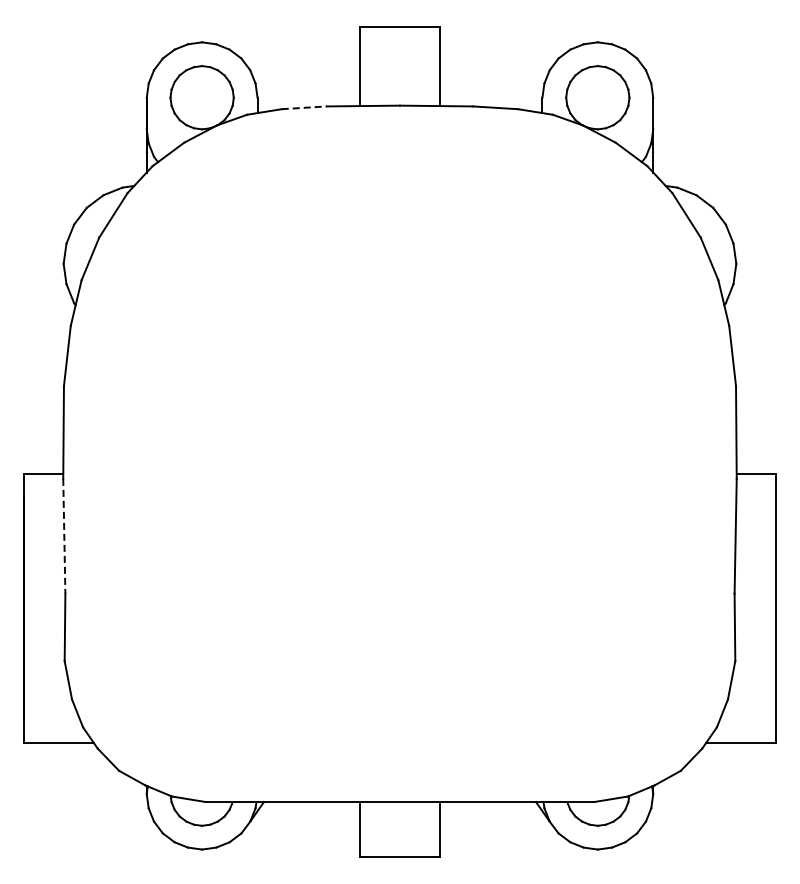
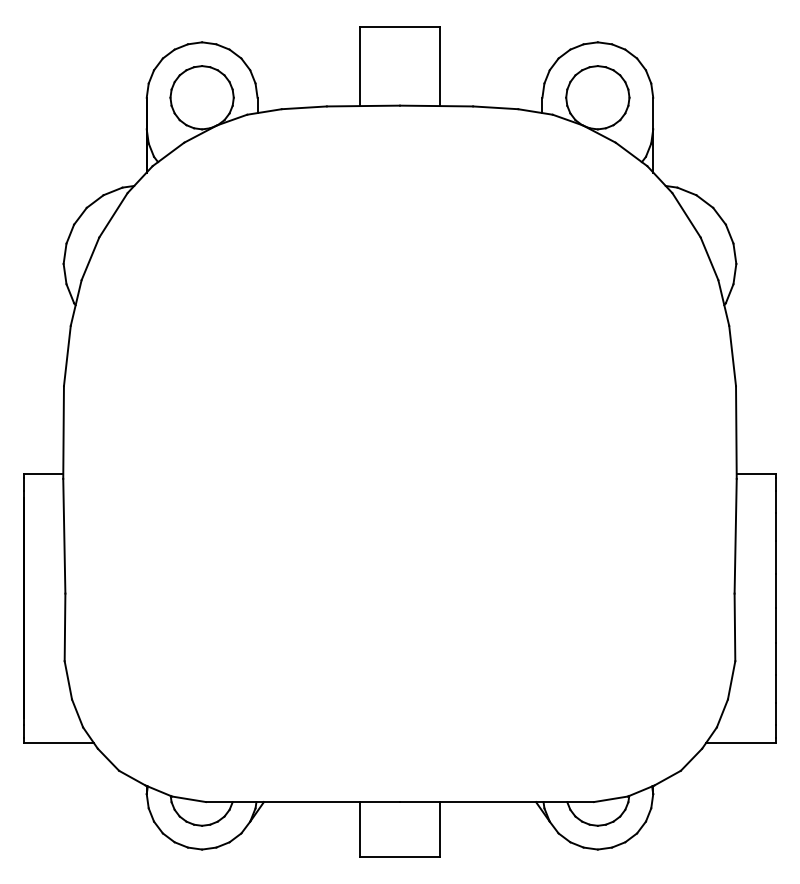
line at (304, 107): dashed -> solid
line at (64, 536): dashed -> solid
